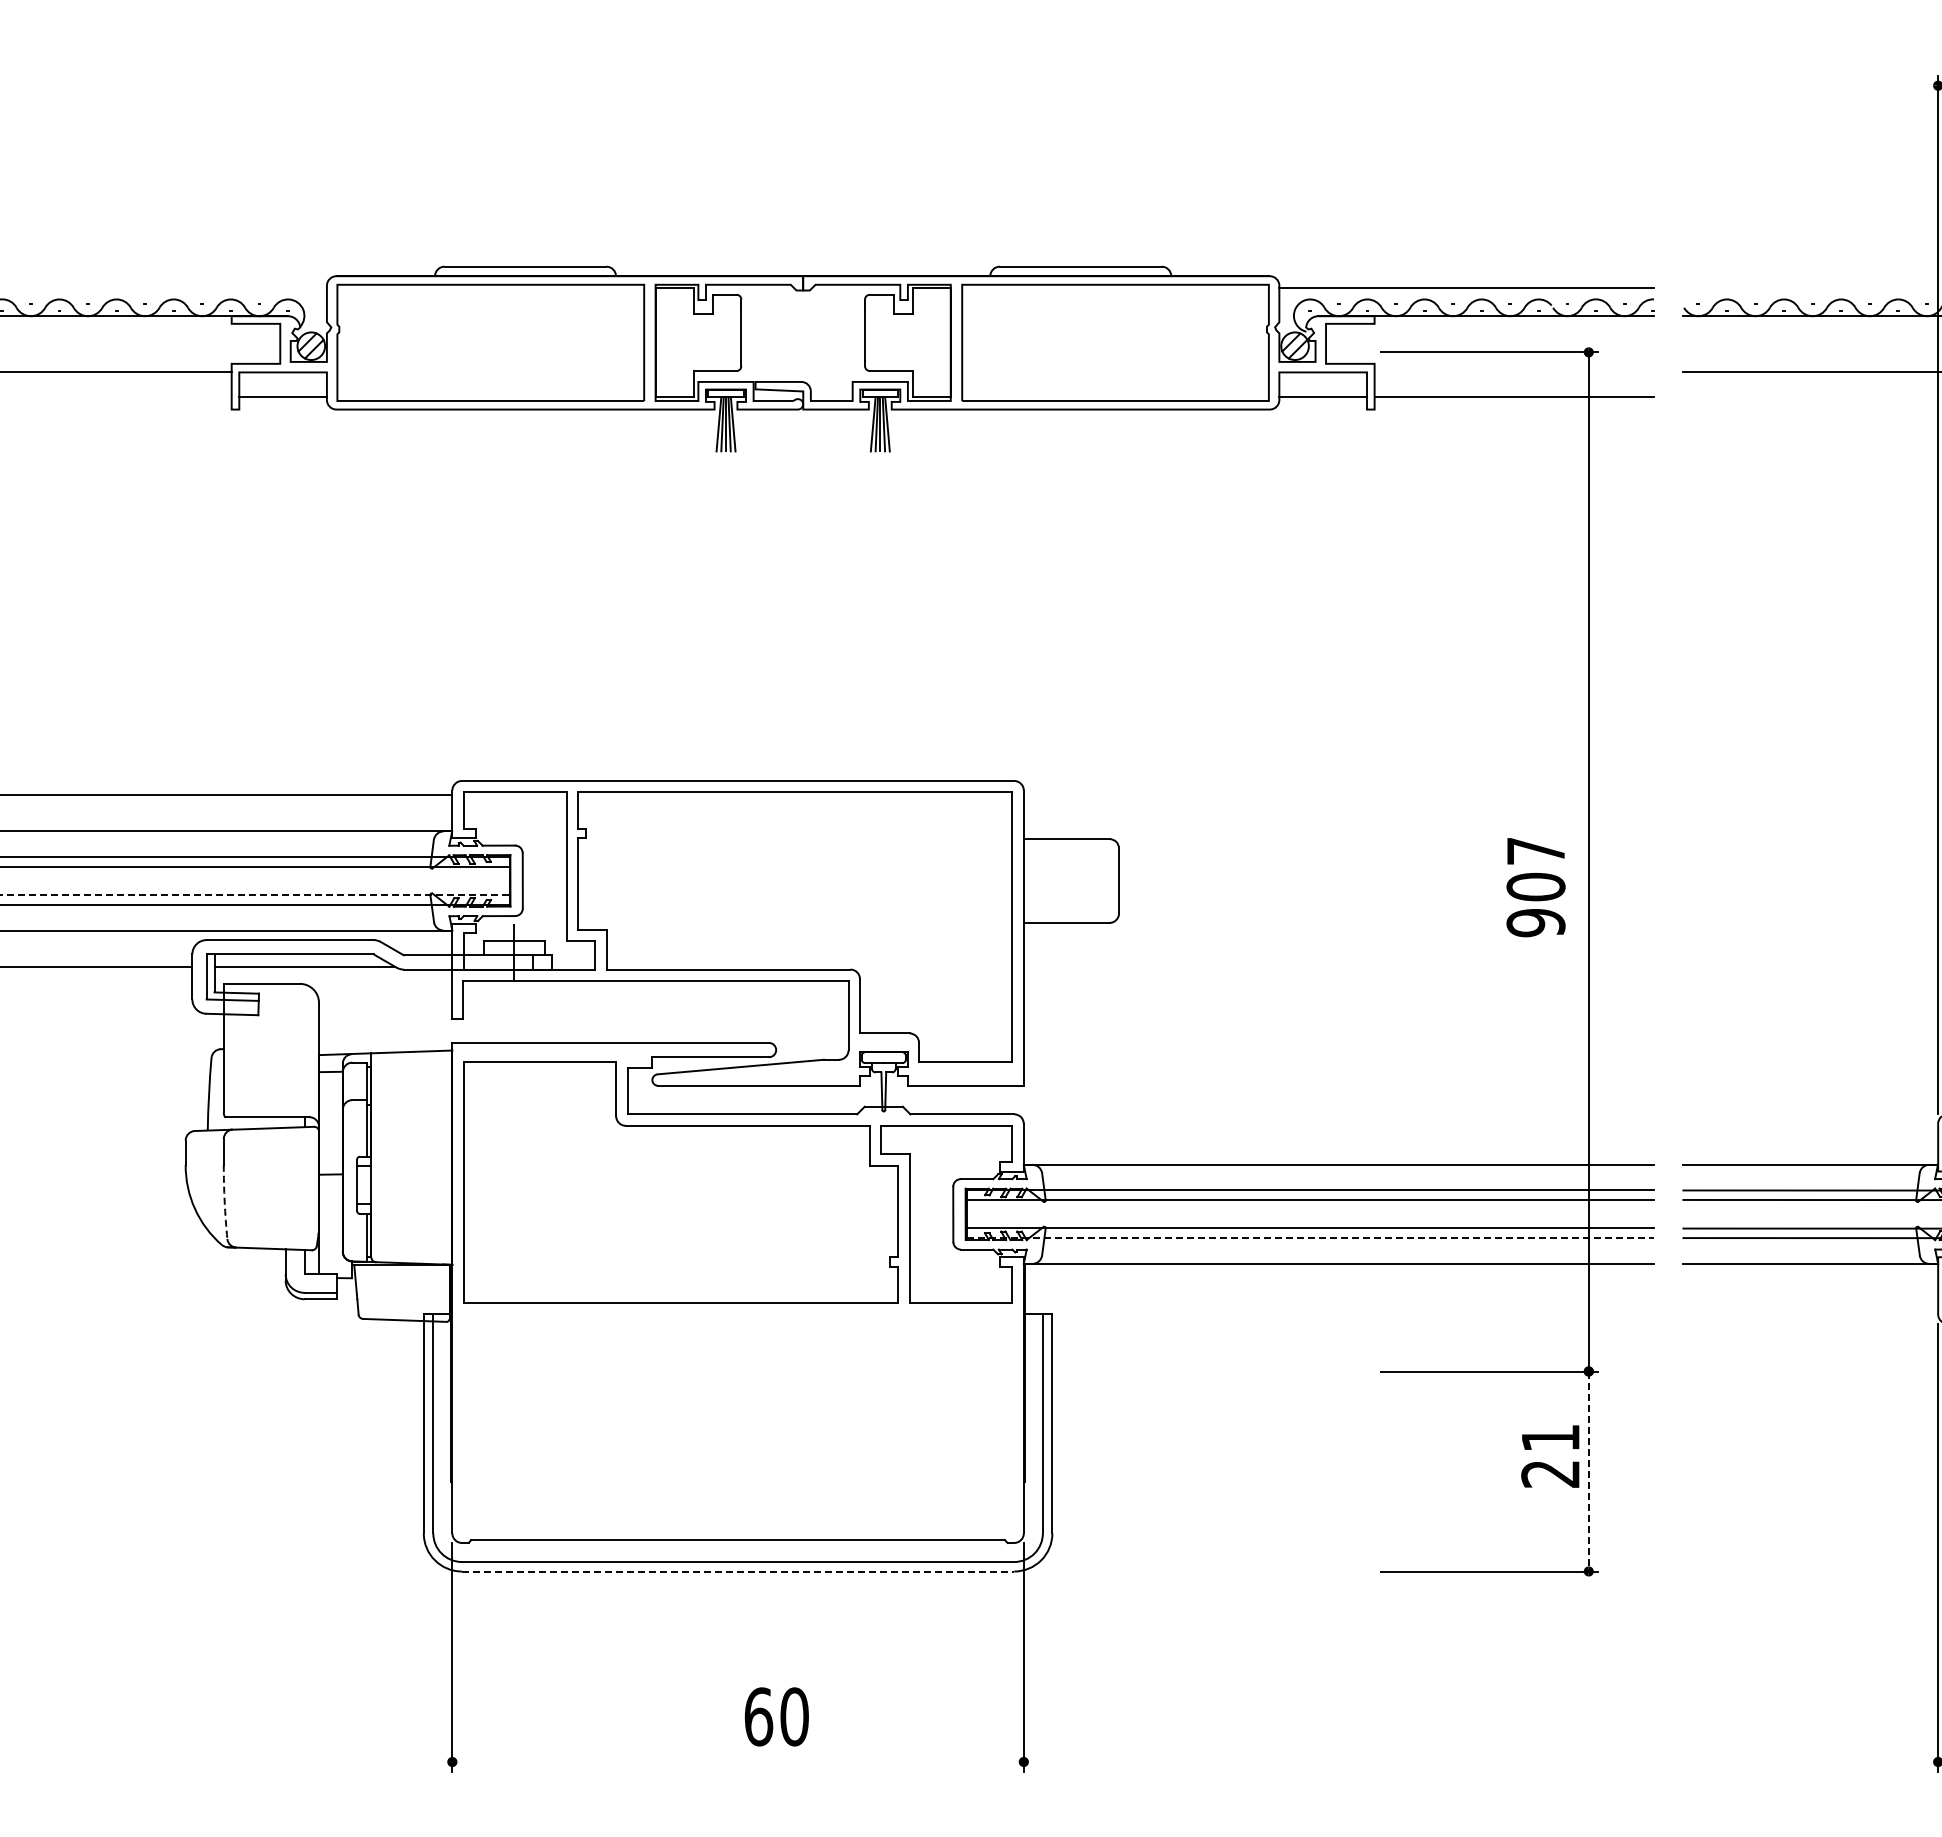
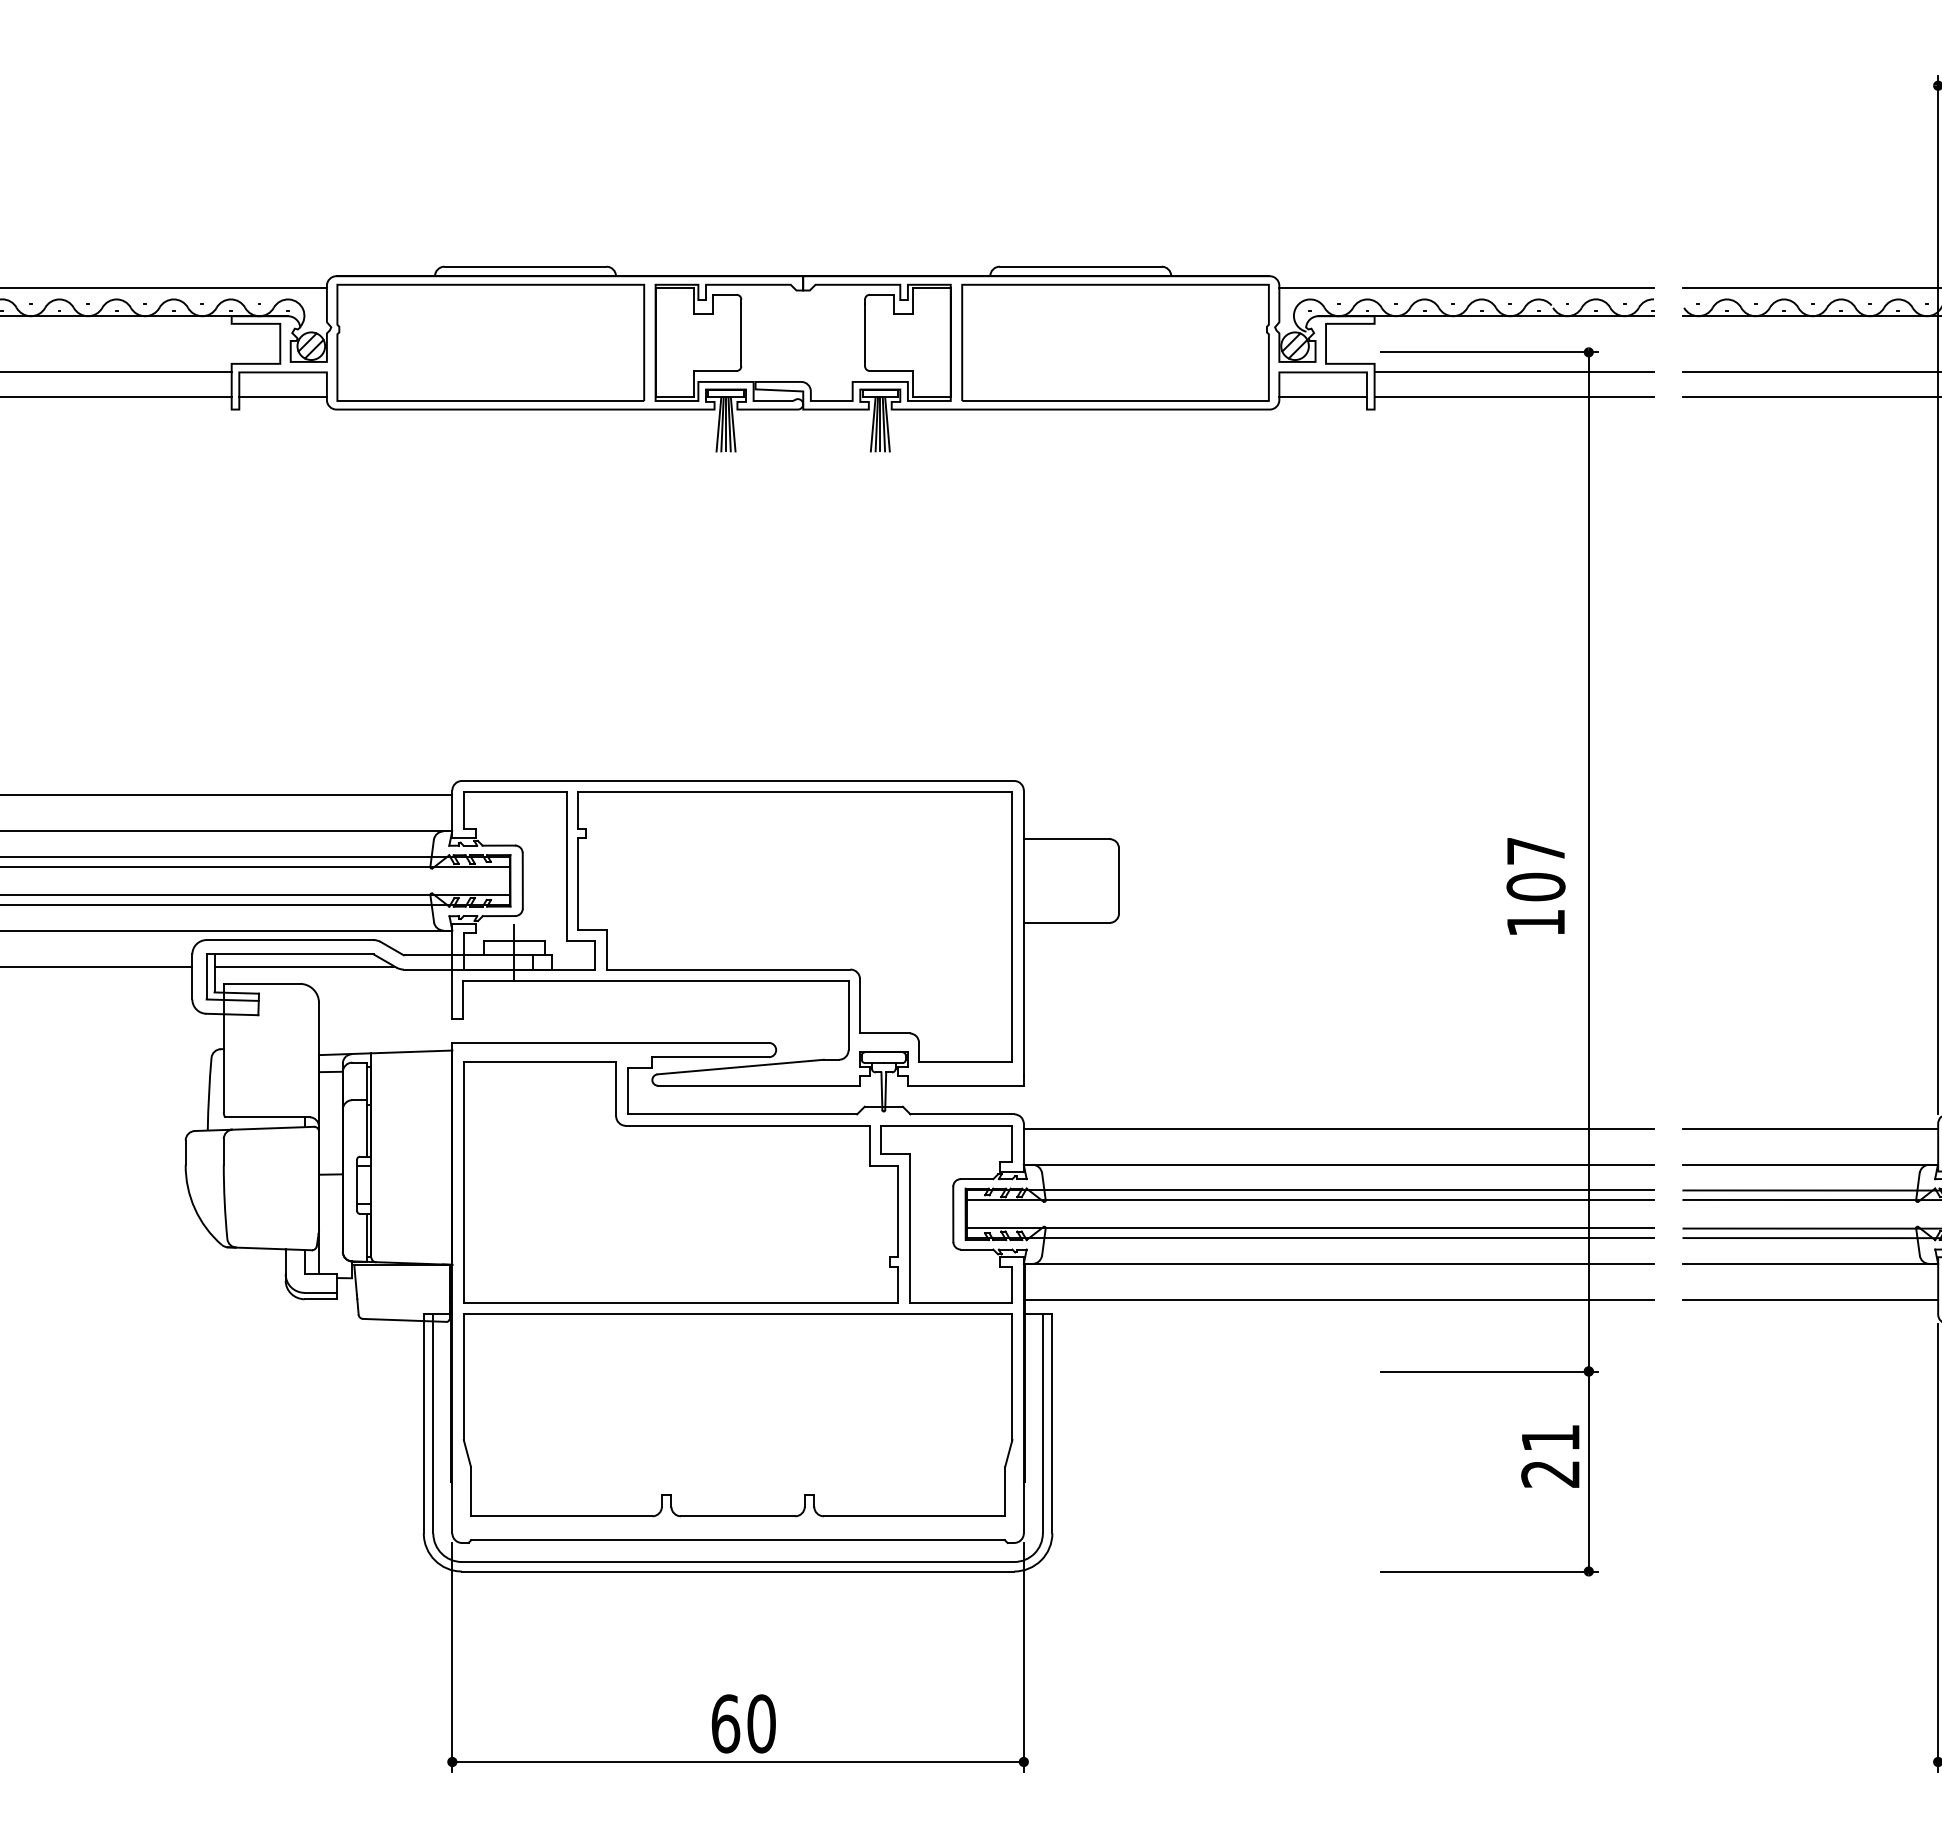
line at (164, 287): none -> present
line at (1810, 287): none -> present
line at (1514, 372): none -> present
line at (116, 397): none -> present
line at (1810, 397): none -> present
line at (254, 895): dashed -> solid
text at (1535, 923): 907 -> 107
line at (1338, 1128): none -> present
line at (1810, 1128): none -> present
arc at (224, 1201): dashed -> solid
line at (1310, 1237): dashed -> solid
line at (1338, 1300): none -> present
line at (1810, 1300): none -> present
part at (737, 1415): none -> present
line at (1588, 1472): dashed -> solid
line at (738, 1571): dashed -> solid
text at (776, 1716) position: (776, 1716) -> (743, 1723)
line at (737, 1762): none -> present
